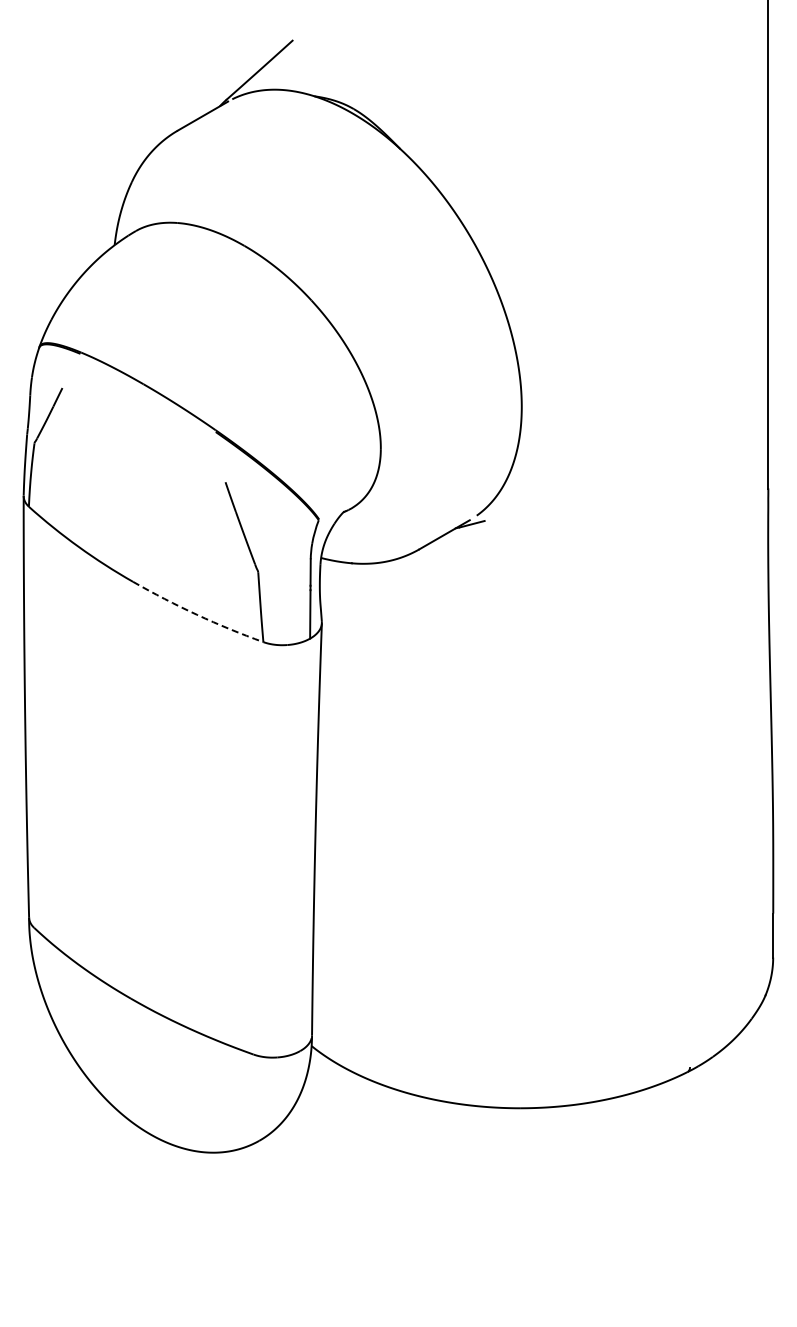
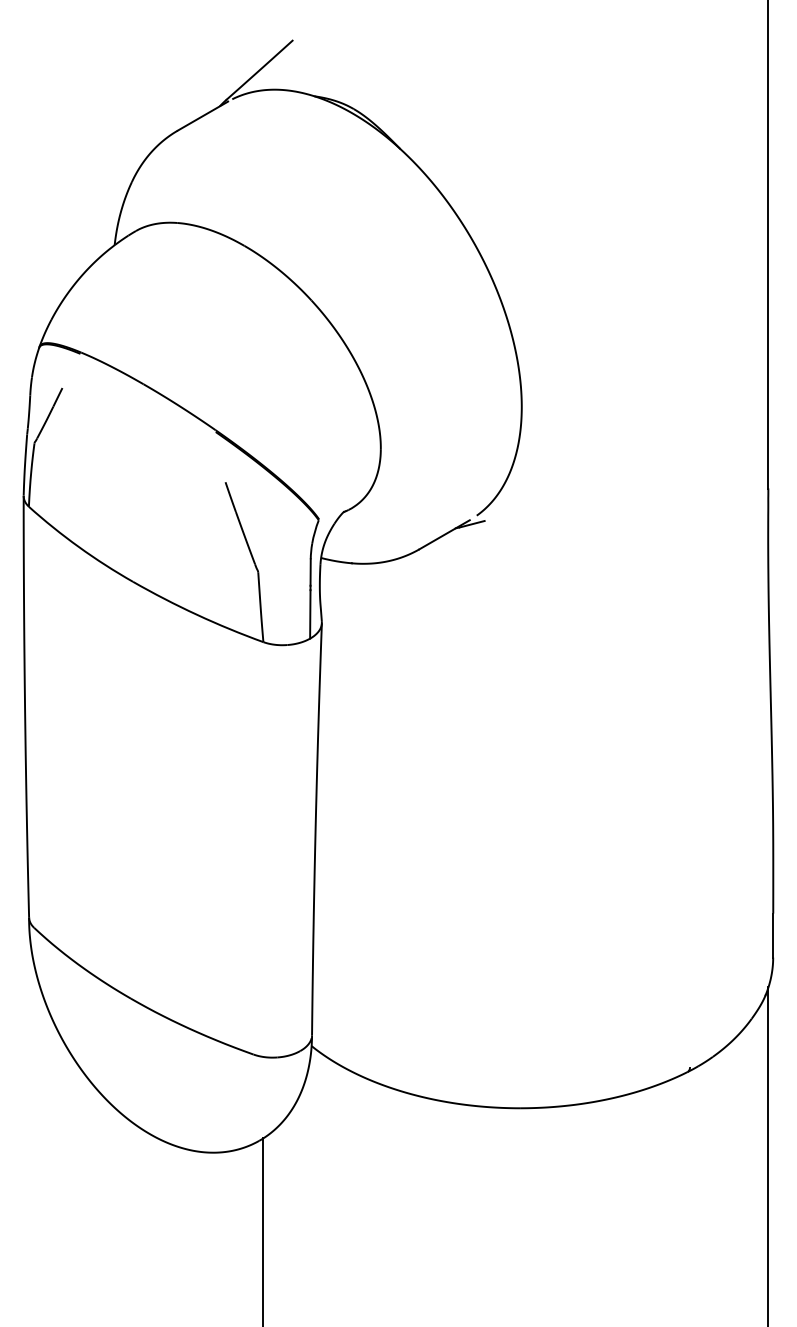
arc at (196, 614): dashed -> solid
line at (768, 1155): none -> present
line at (263, 1230): none -> present
